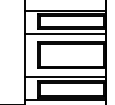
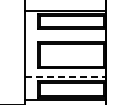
line at (64, 33): present -> none
line at (65, 76): solid -> dashed
